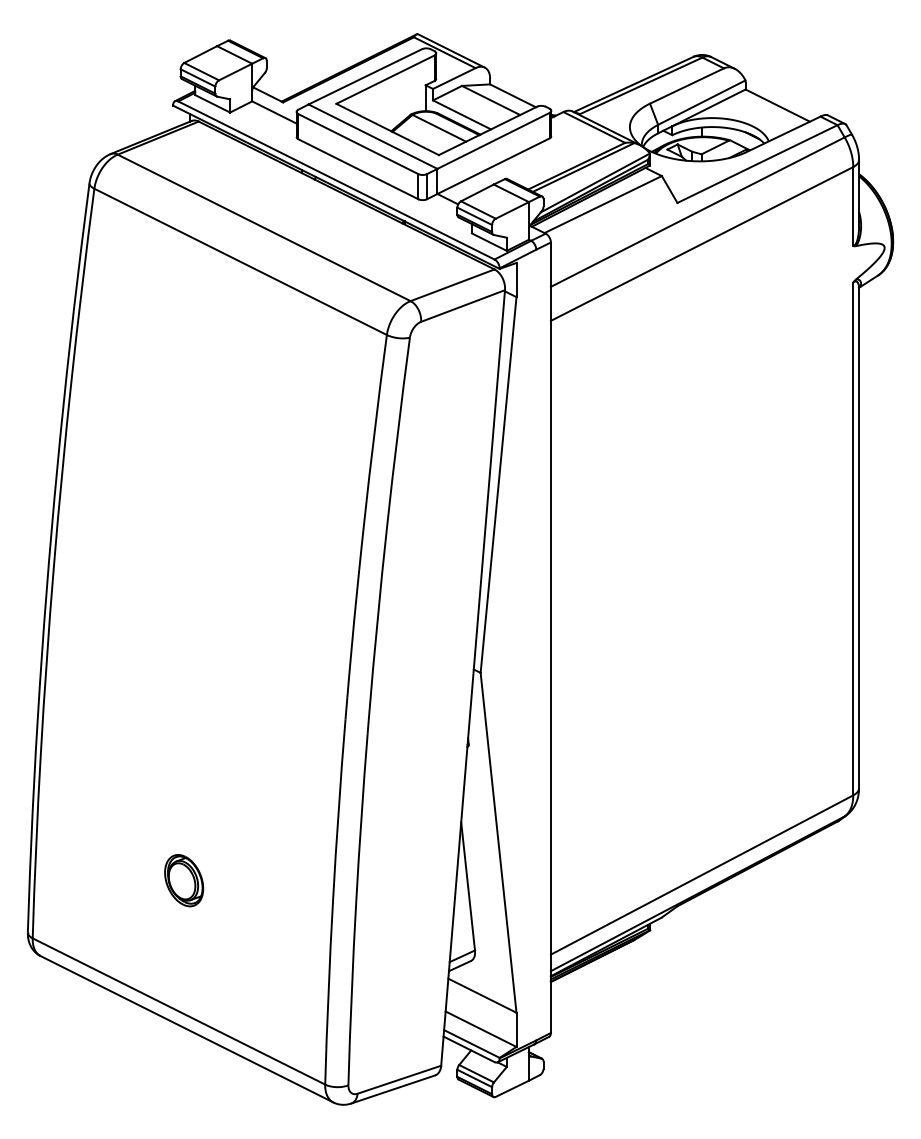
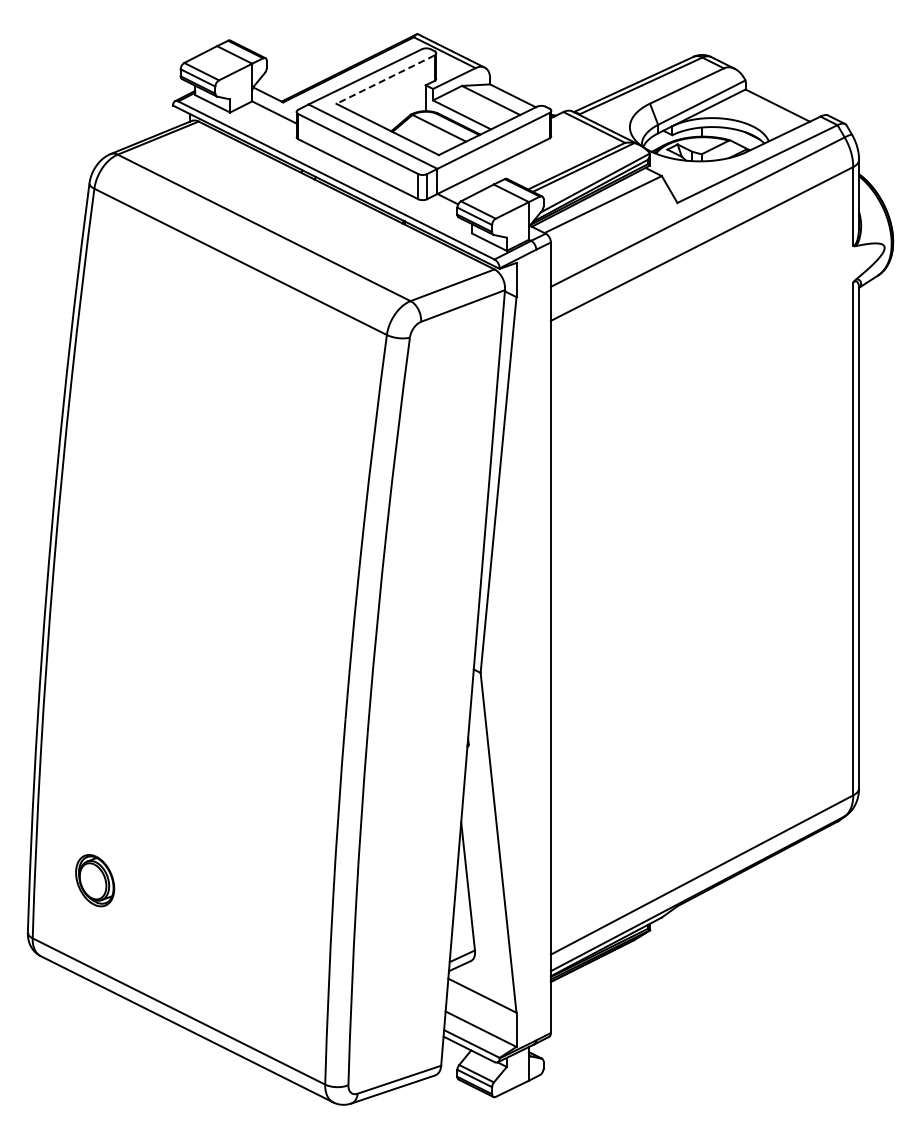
line at (385, 79): solid -> dashed
part at (184, 880) position: (184, 880) -> (95, 880)
